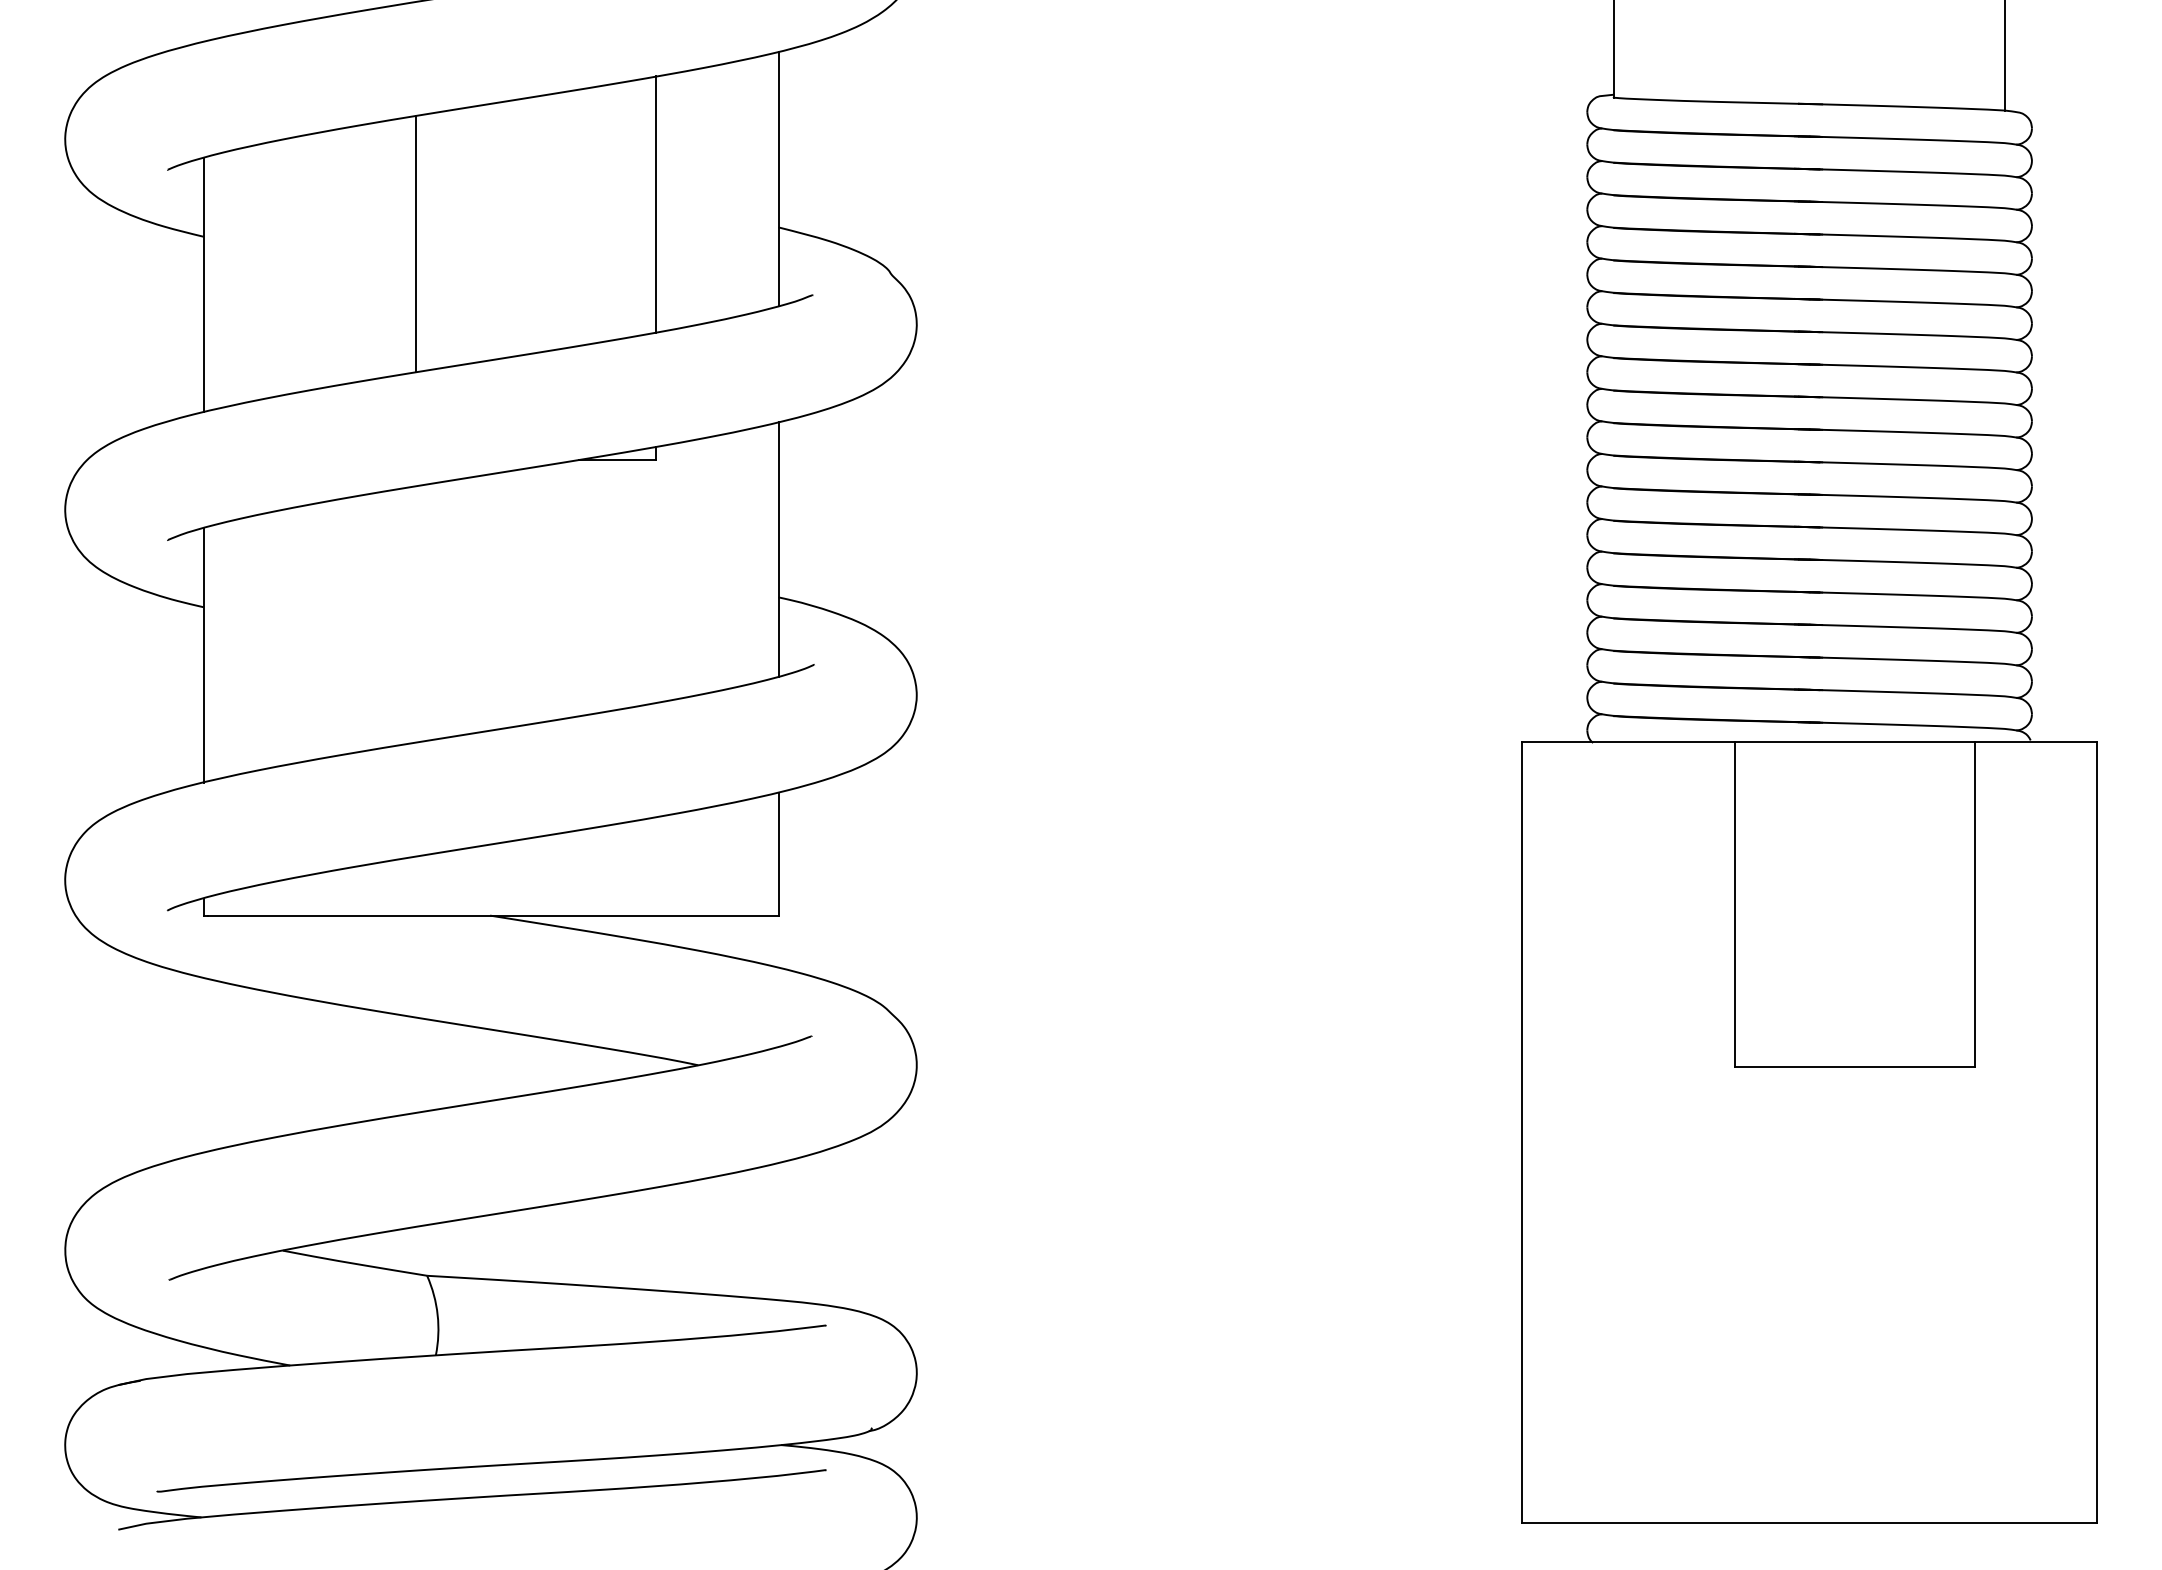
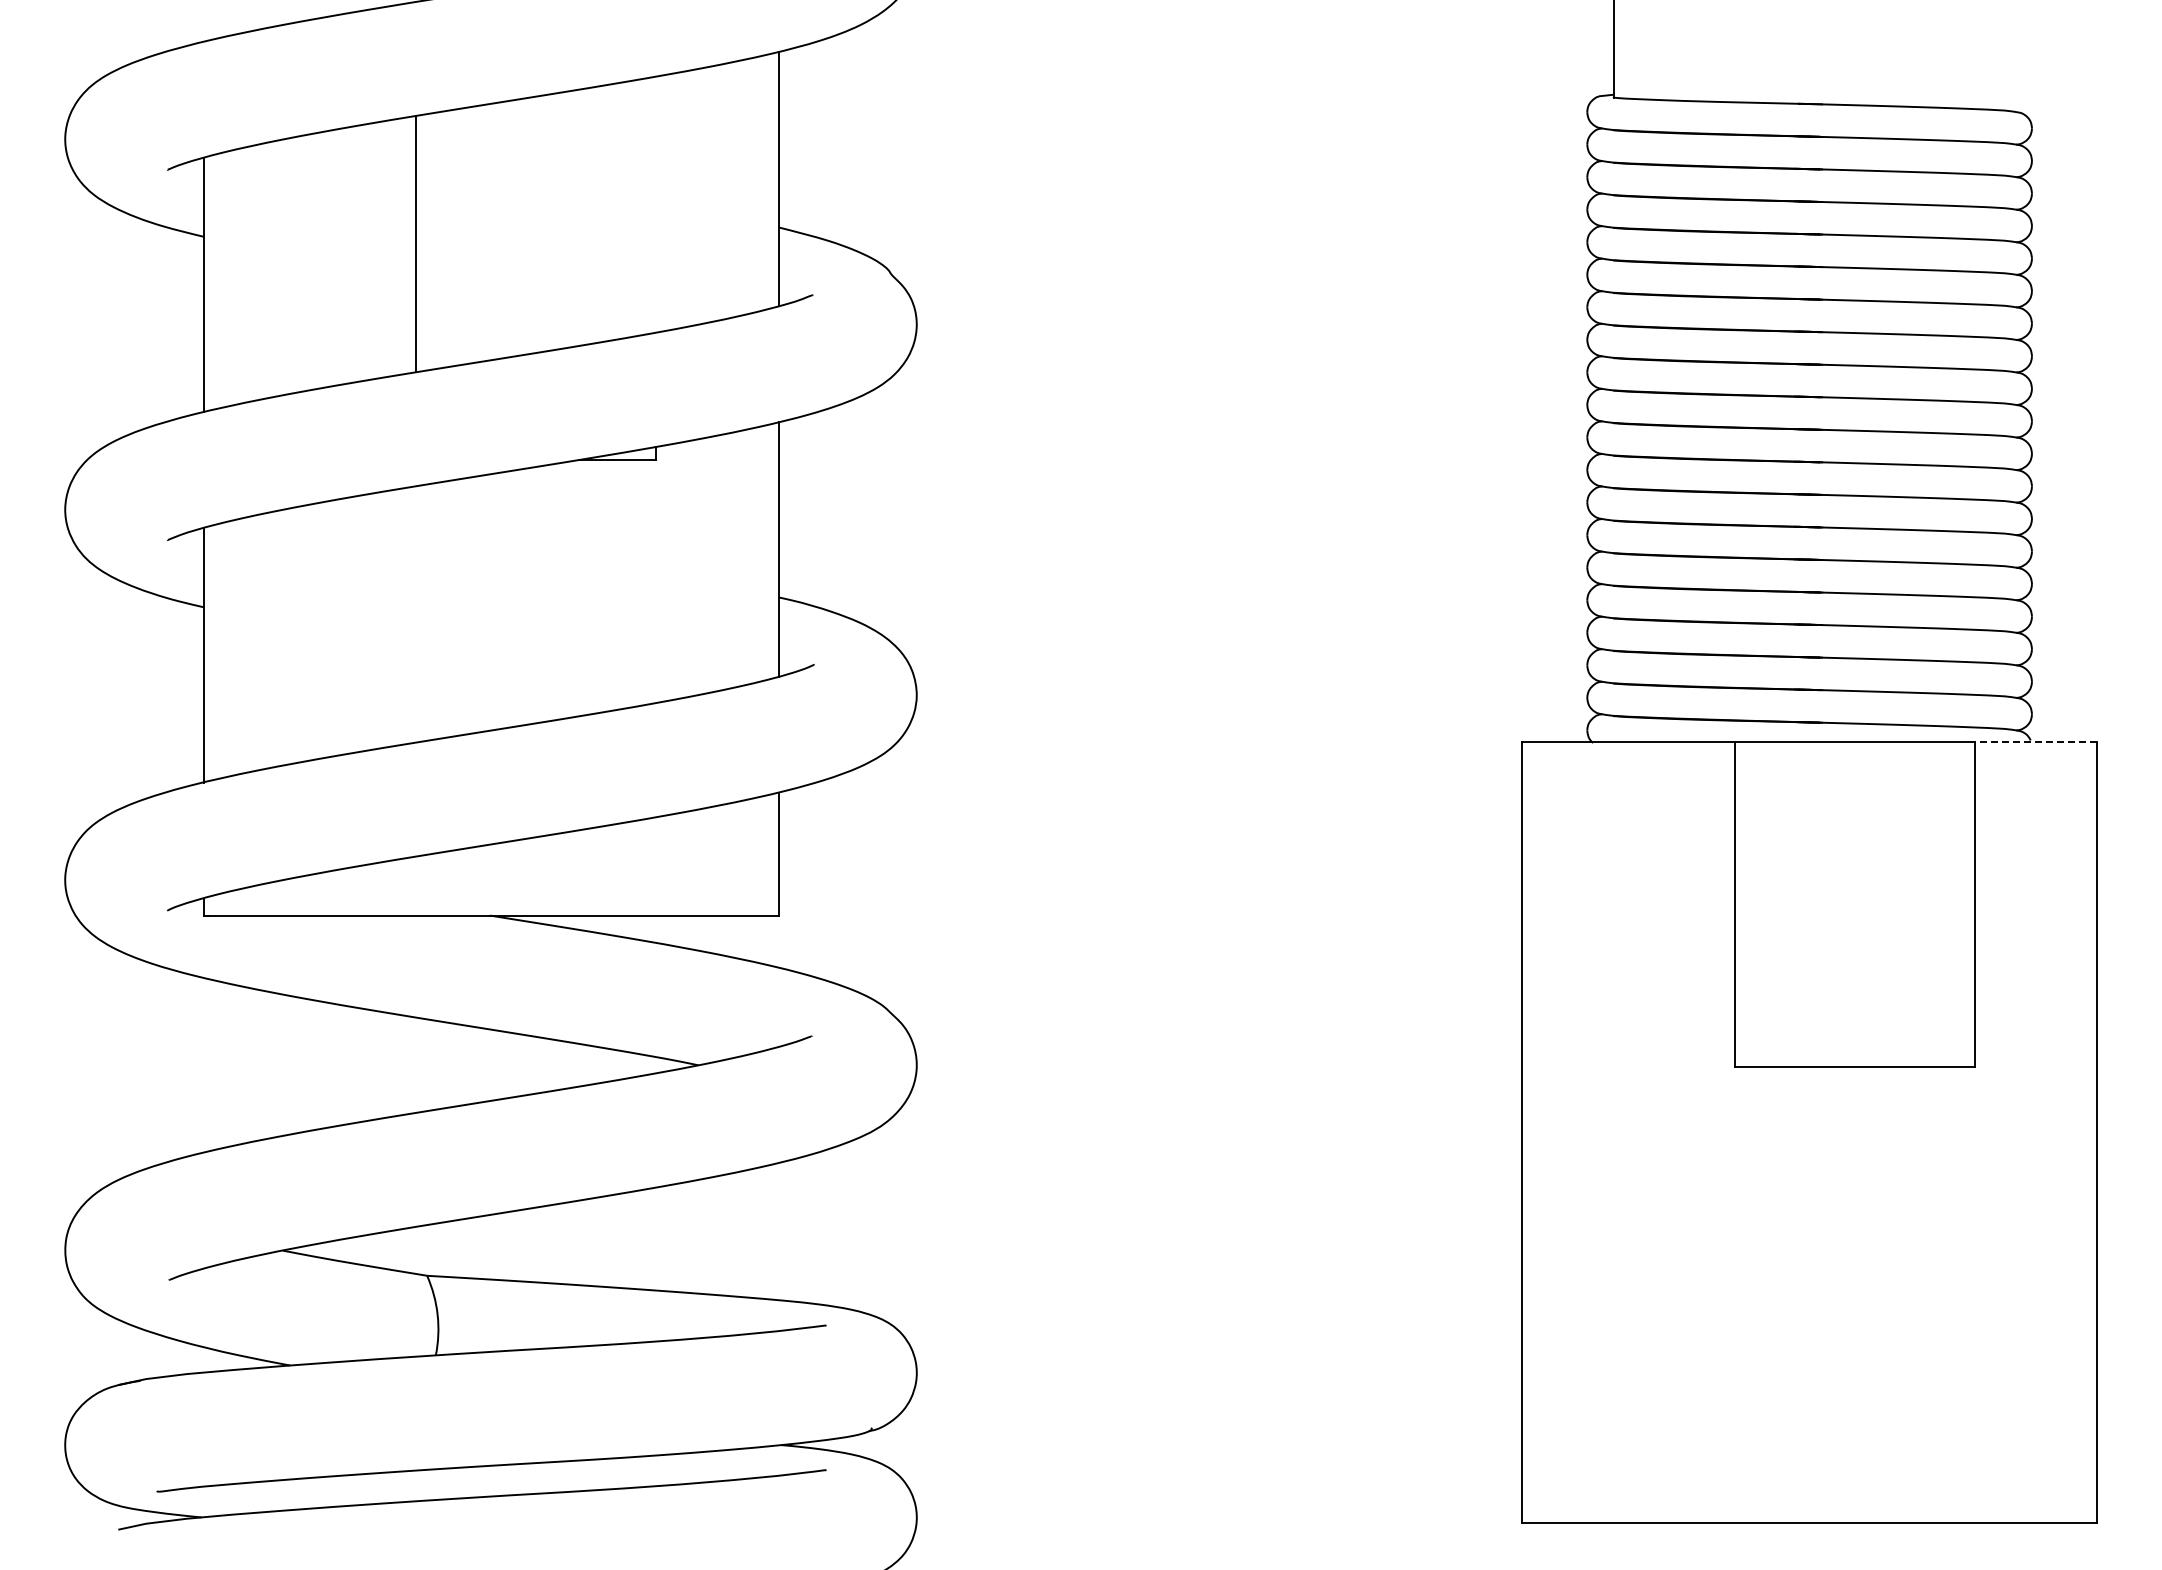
line at (2004, 56): present -> none
line at (656, 204): present -> none
line at (2035, 742): solid -> dashed
